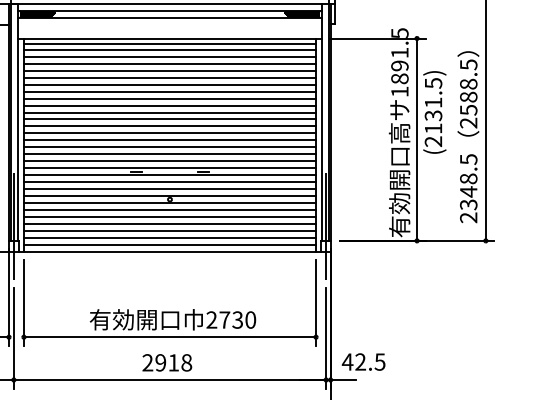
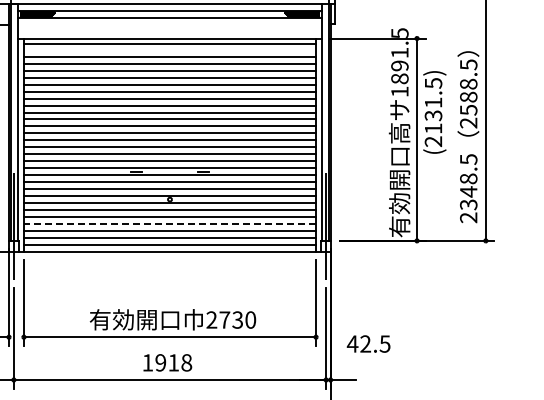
line at (169, 49): present -> none
line at (169, 223): solid -> dashed
text at (363, 361) position: (363, 361) -> (368, 343)
text at (147, 362): 2918 -> 1918
